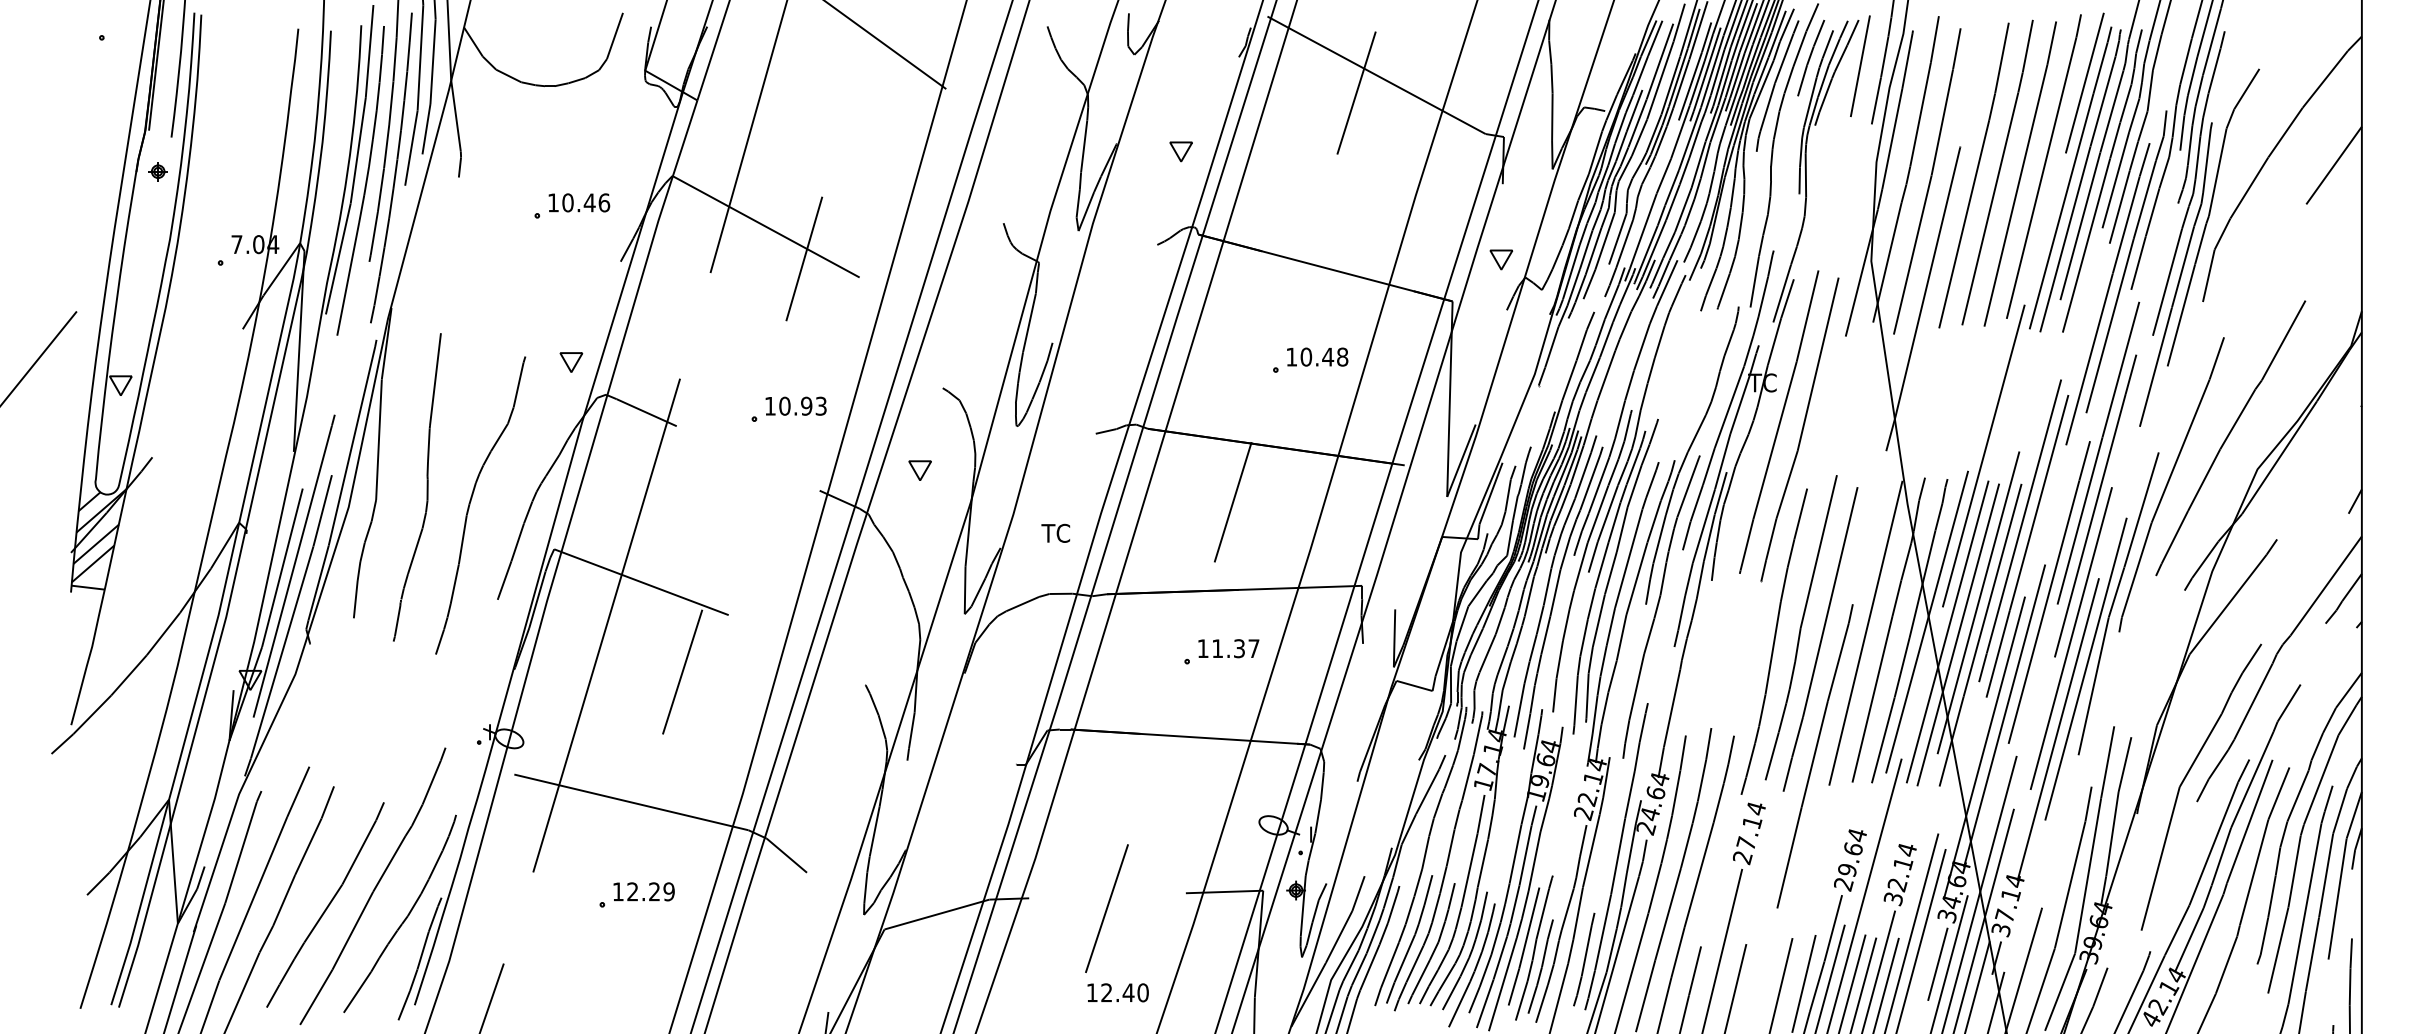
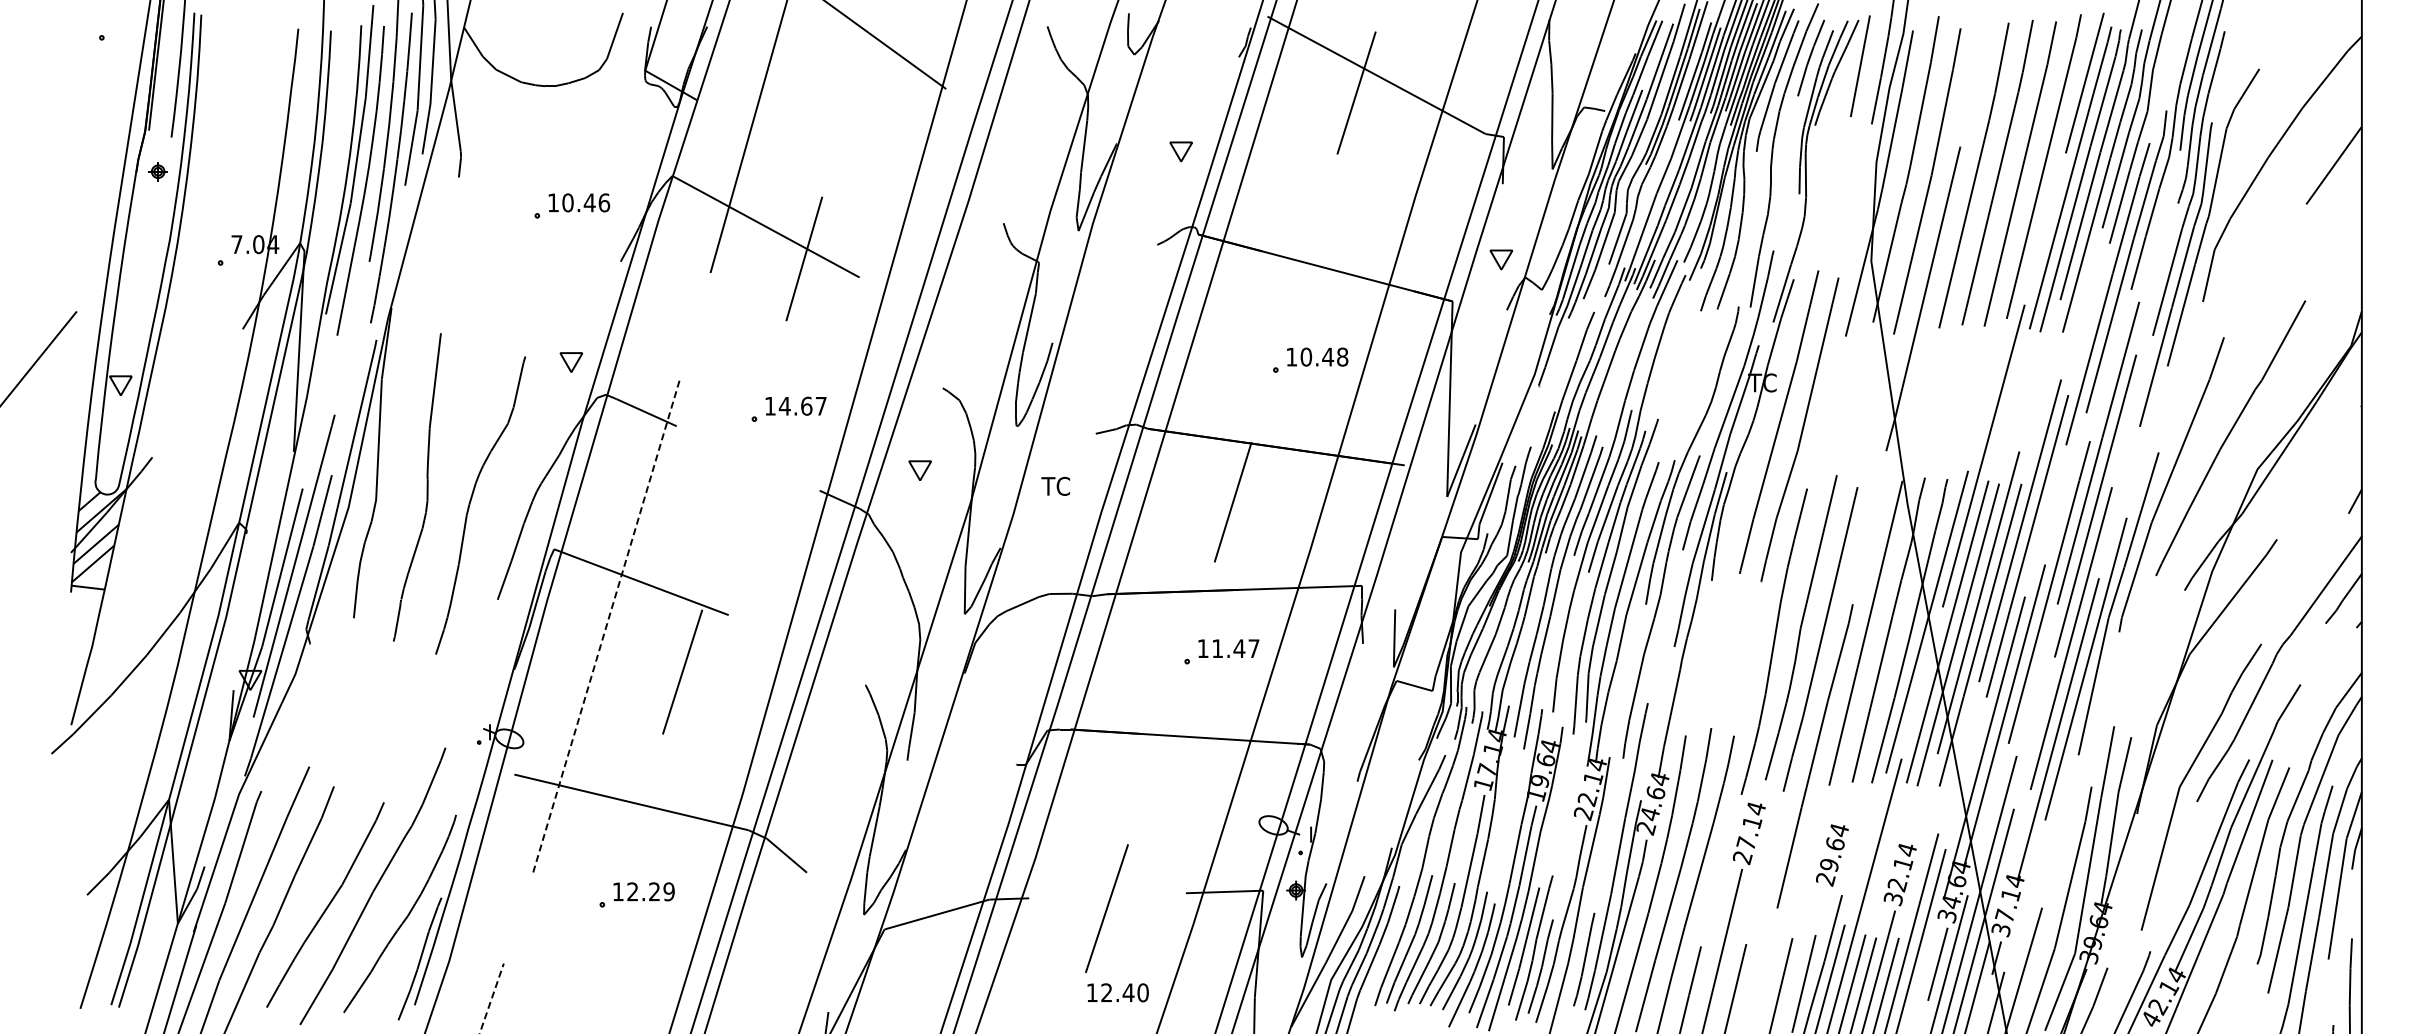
text at (802, 405): 10.93 -> 14.67
text at (1055, 532) position: (1055, 532) -> (1055, 485)
line at (606, 625): solid -> dashed
text at (1239, 648): 11.37 -> 11.47
text at (1850, 860) position: (1850, 860) -> (1832, 855)
line at (491, 998): solid -> dashed
